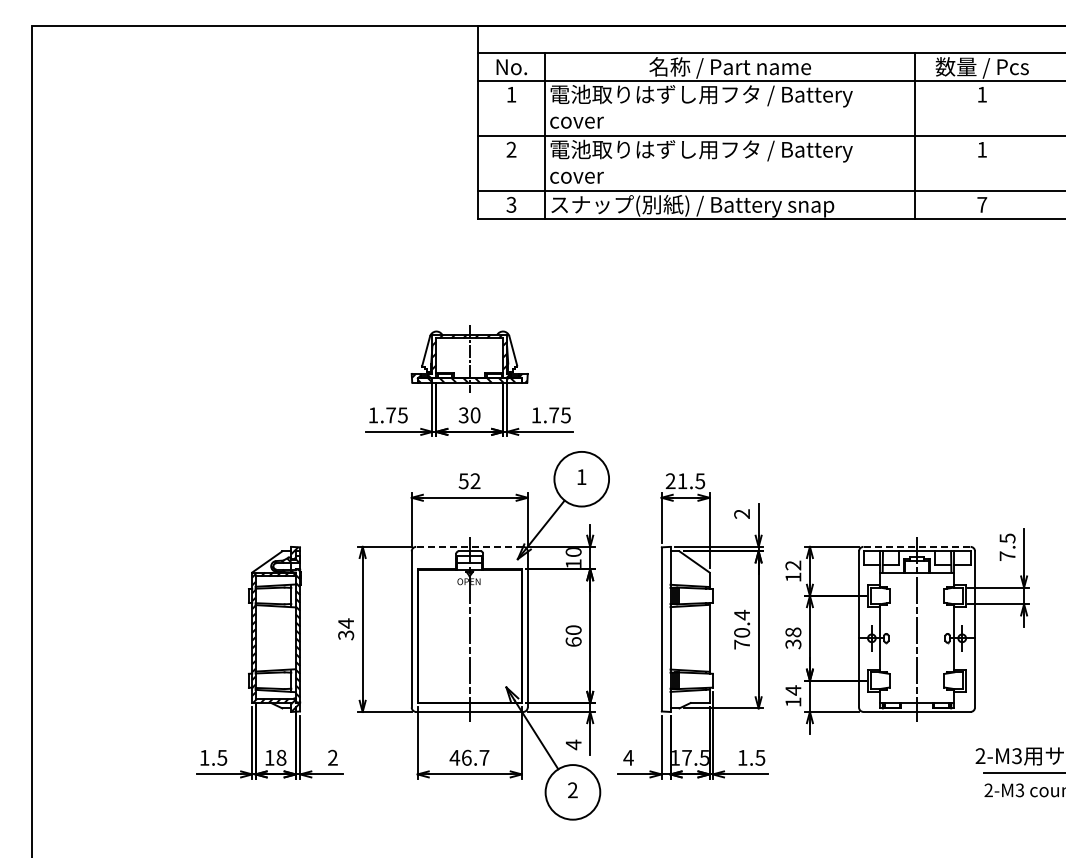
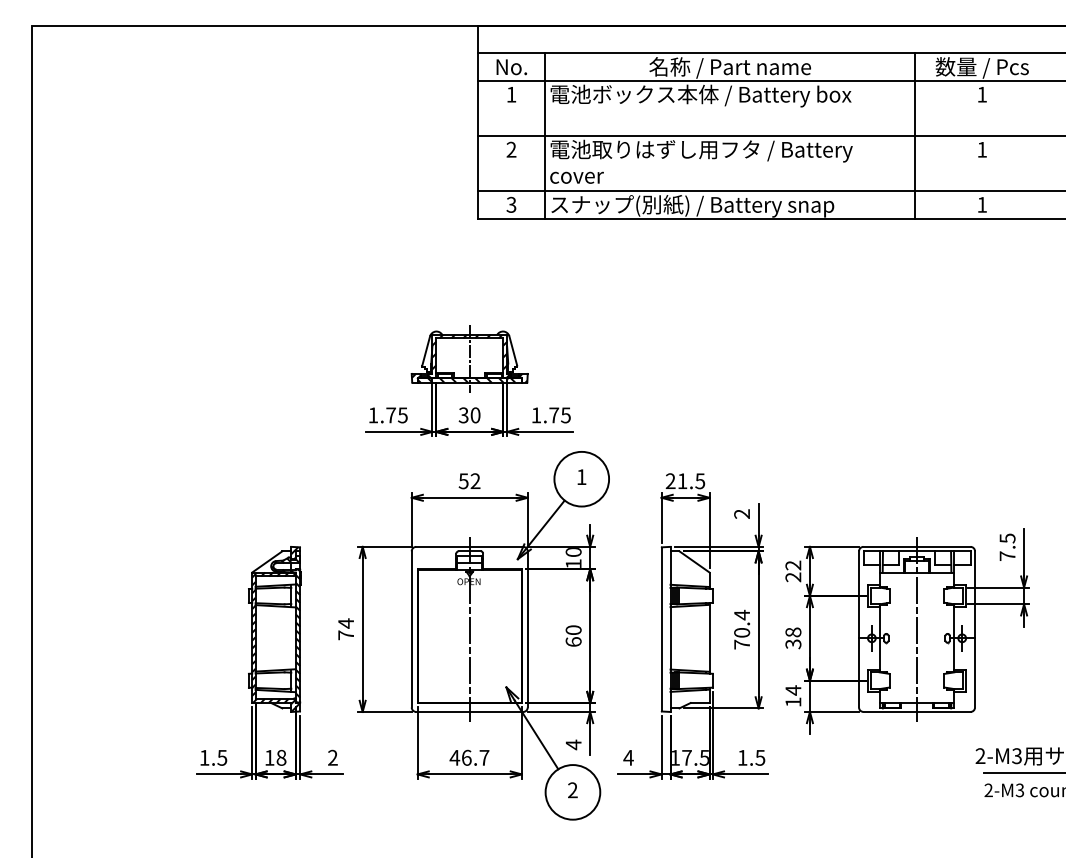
text at (701, 106): 電池取りはずし用フタ / Battery cover -> 電池ボックス本体 / Battery box
text at (982, 204): 7 -> 1
line at (469, 546): dashed -> solid
line at (917, 546): dashed -> solid
text at (793, 577): 12 -> 22
text at (346, 635): 34 -> 74
